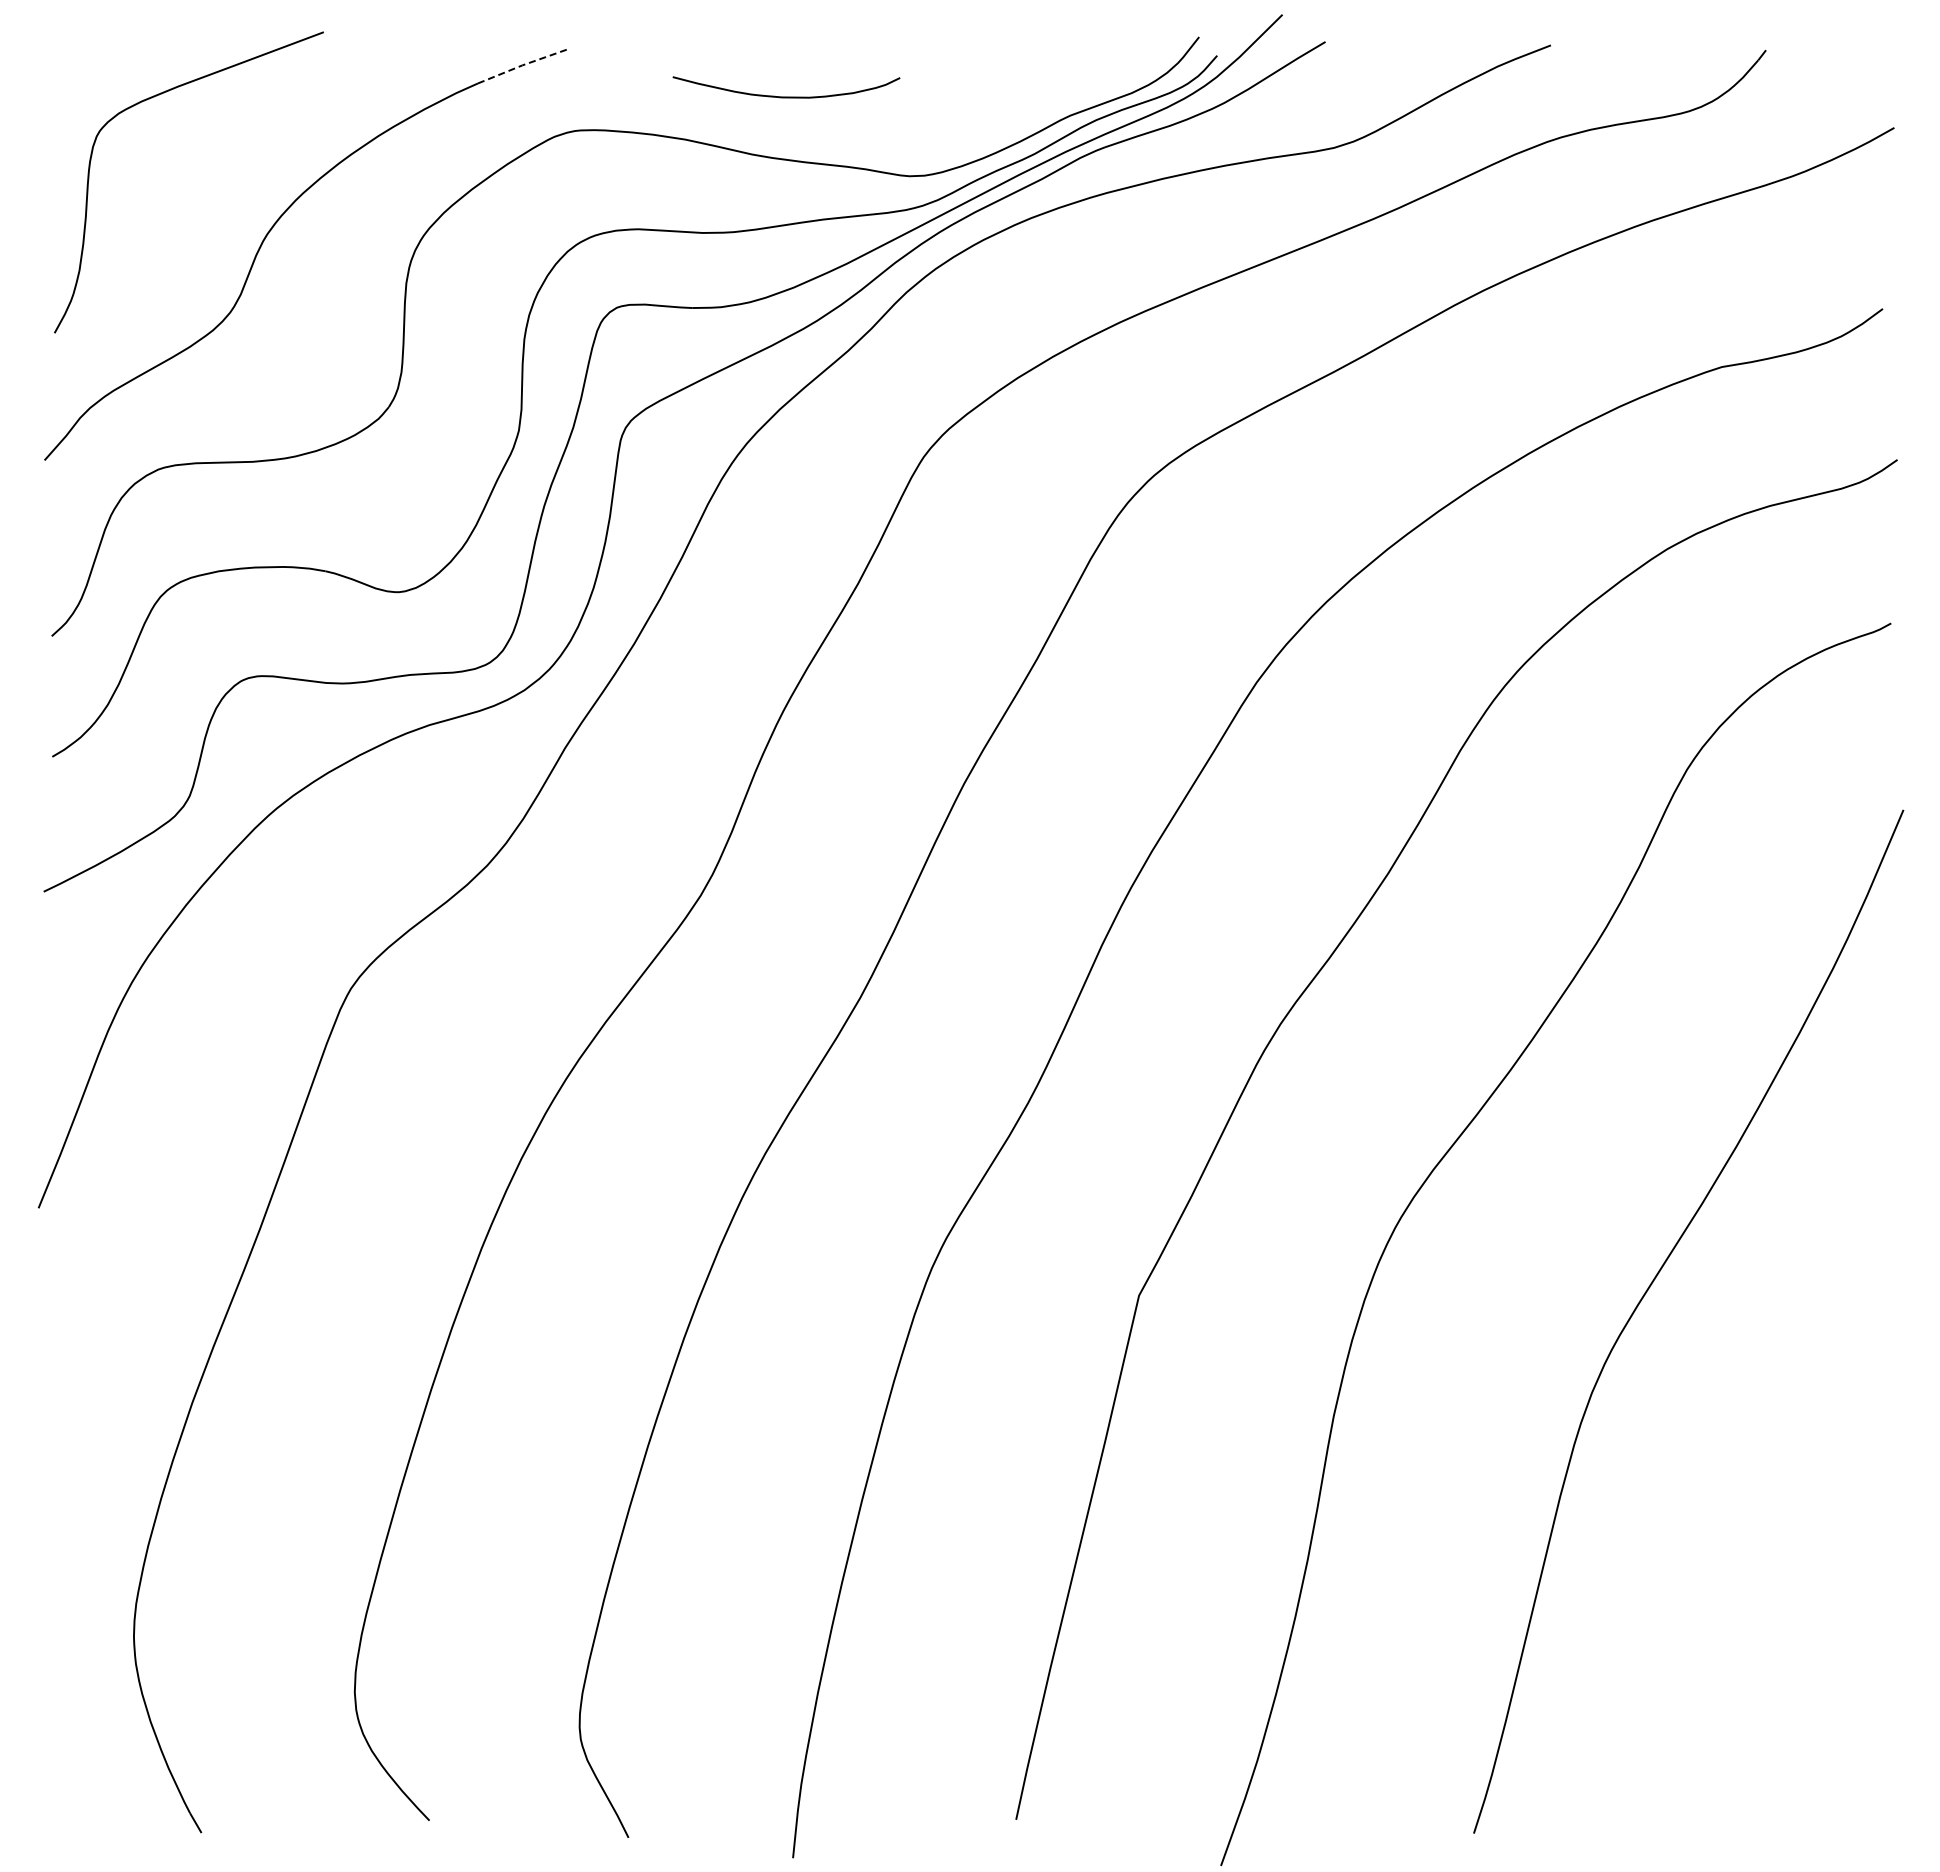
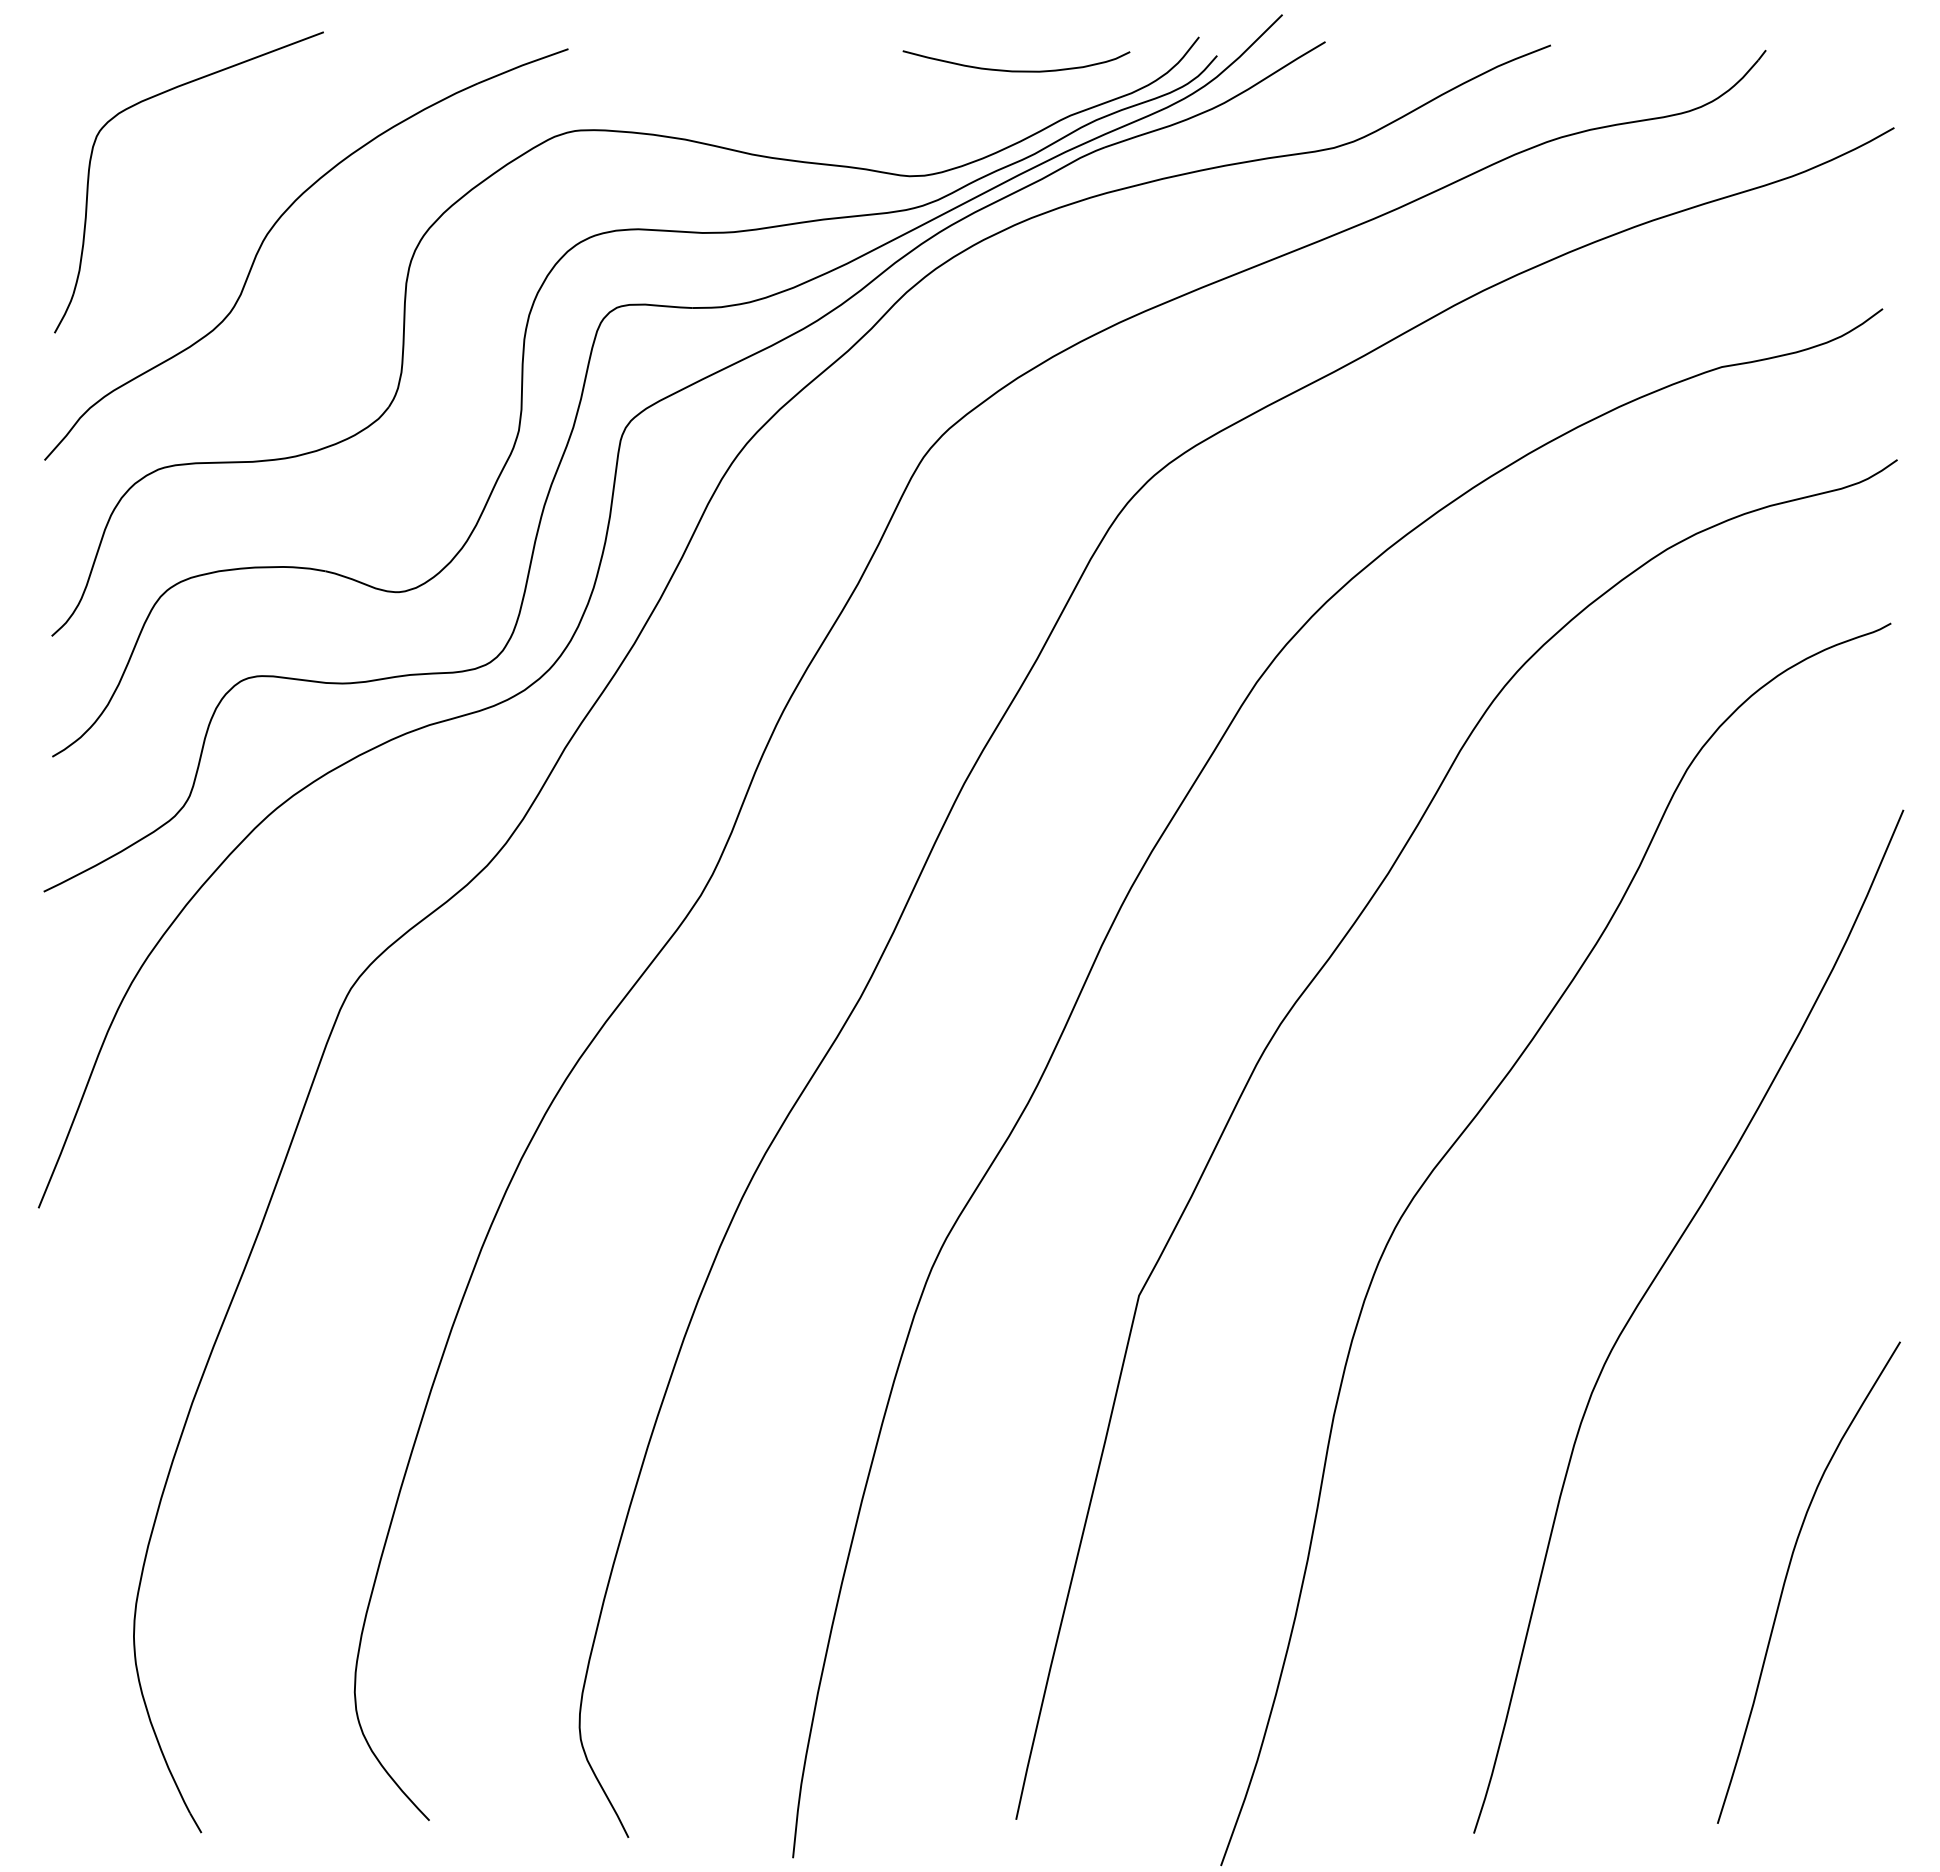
line at (522, 65): dashed -> solid
curve at (786, 96) position: (786, 96) -> (1016, 70)
curve at (1787, 1576): none -> present
